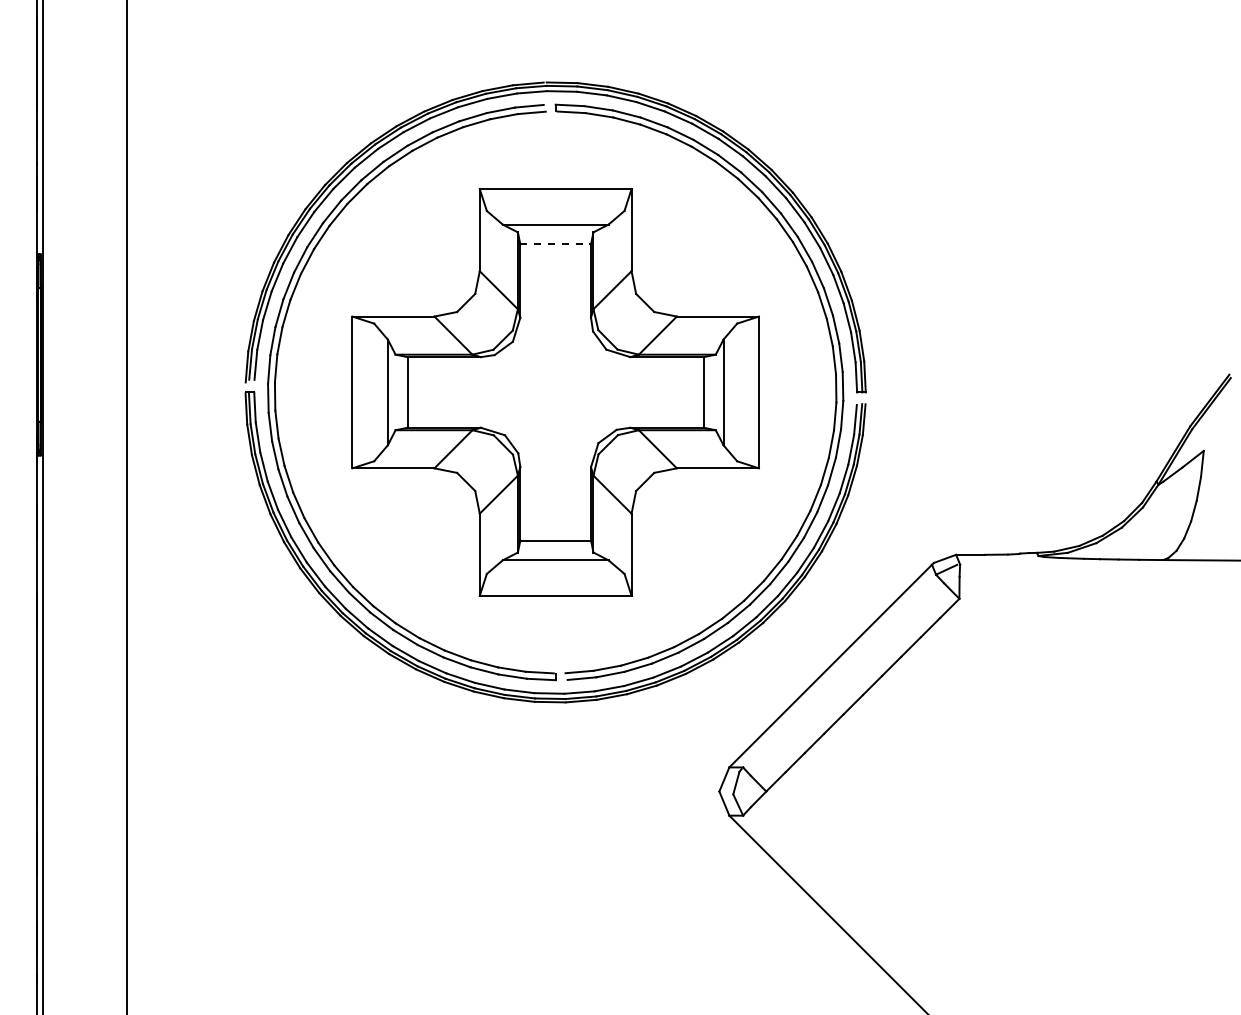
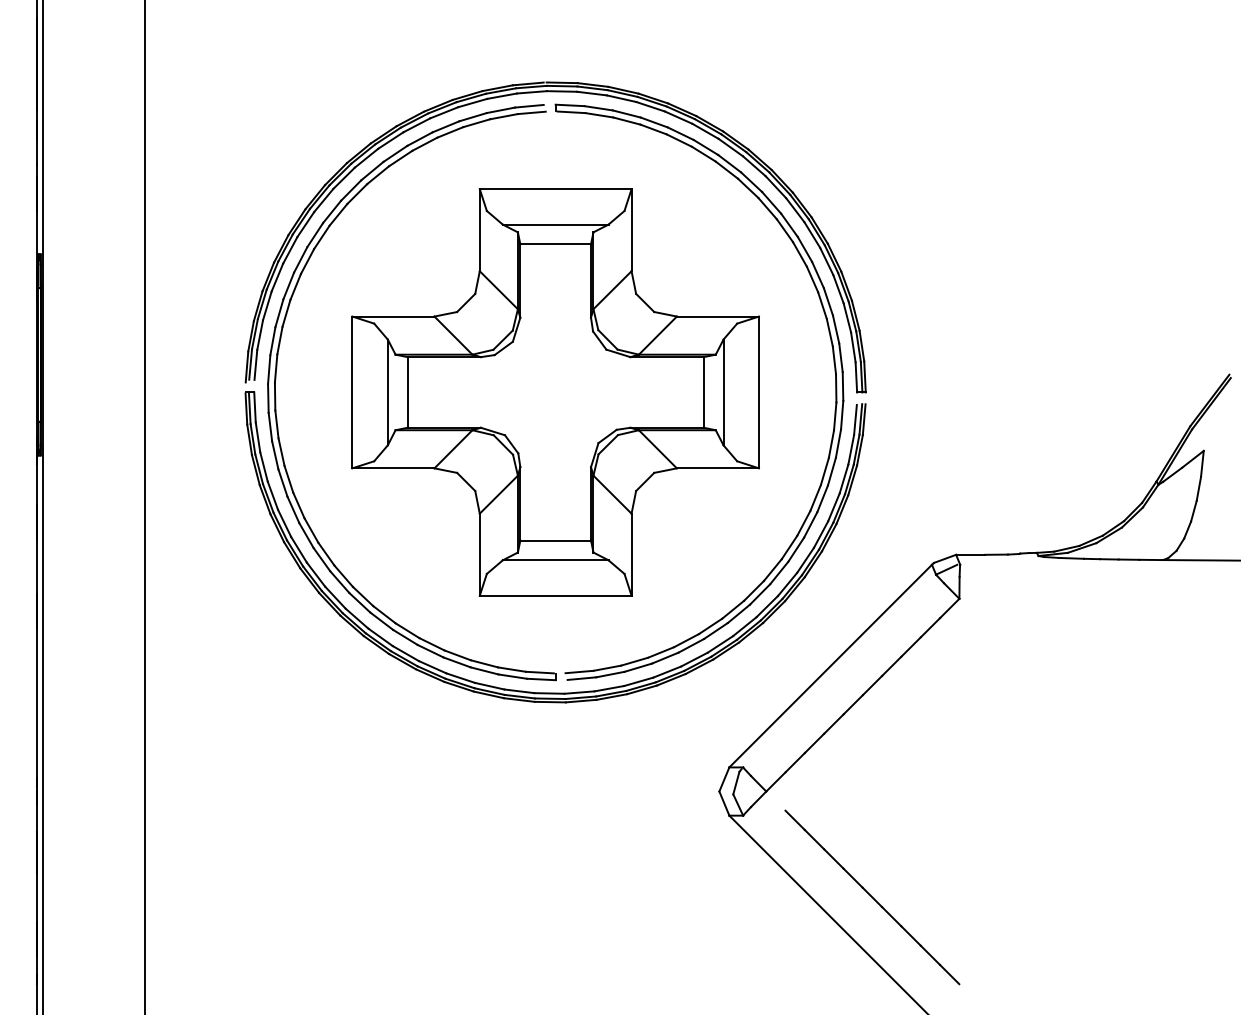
line at (556, 244): dashed -> solid
line at (127, 506) position: (127, 506) -> (145, 506)
line at (872, 897): none -> present
